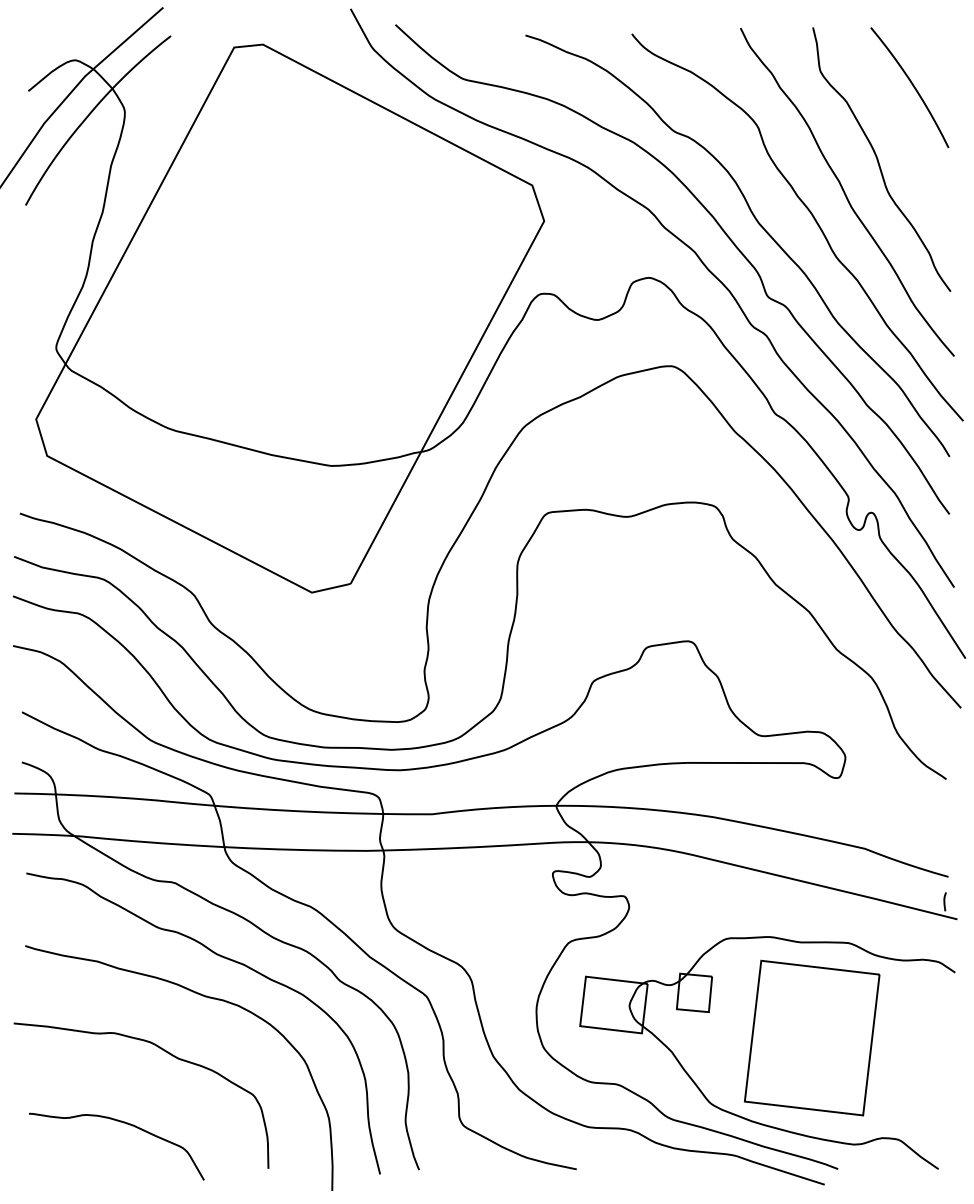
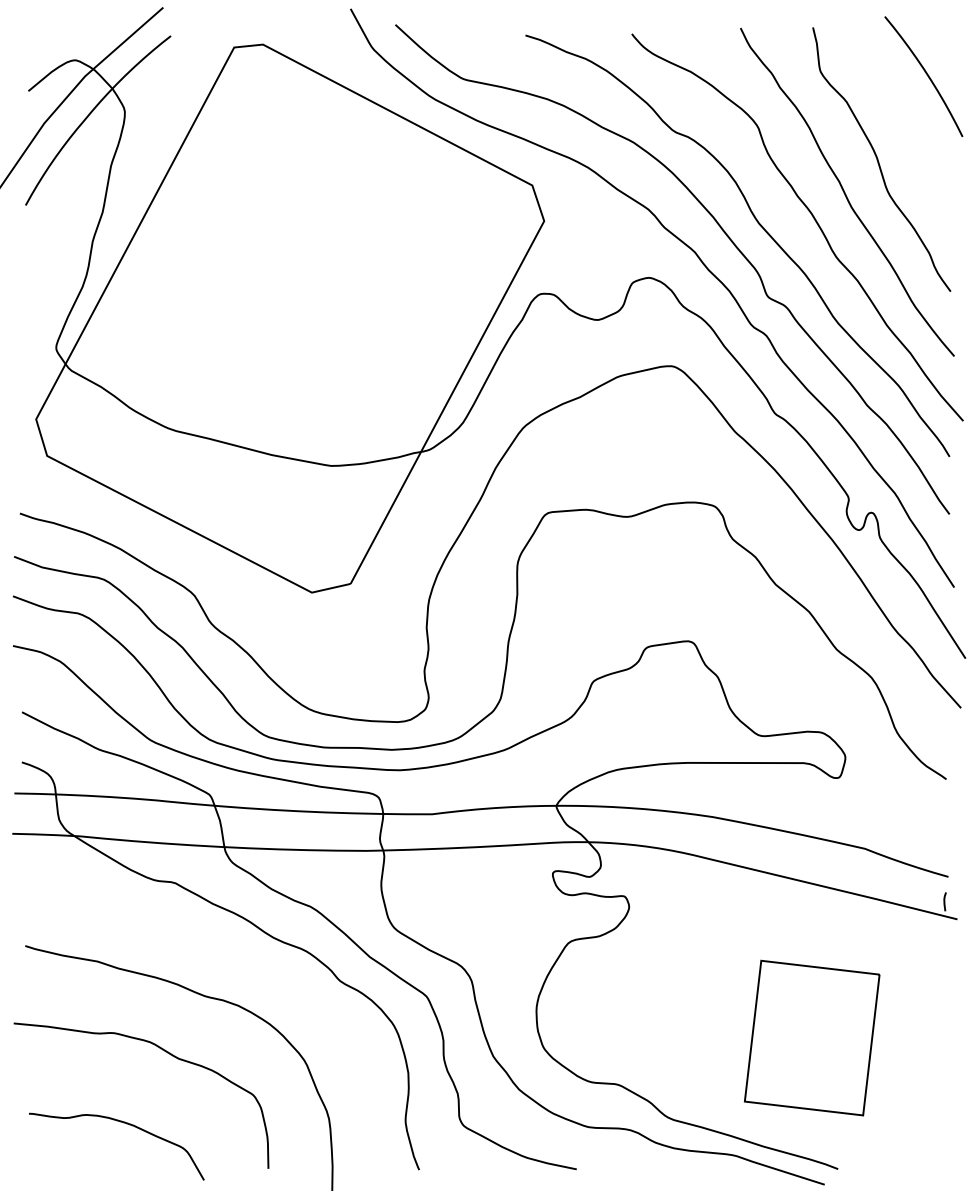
curve at (912, 86) position: (912, 86) -> (926, 75)
curve at (226, 959): present -> none
part at (745, 1117): present -> none
